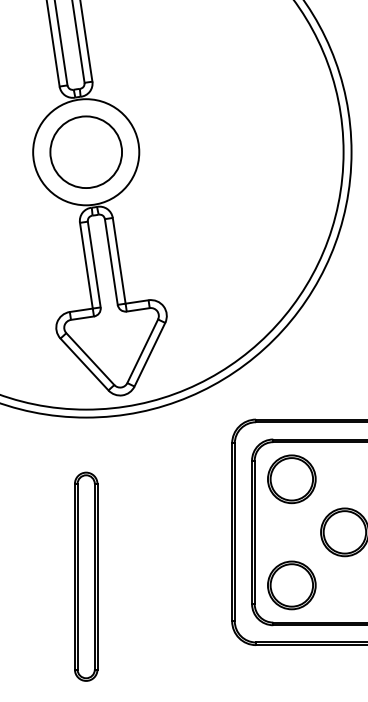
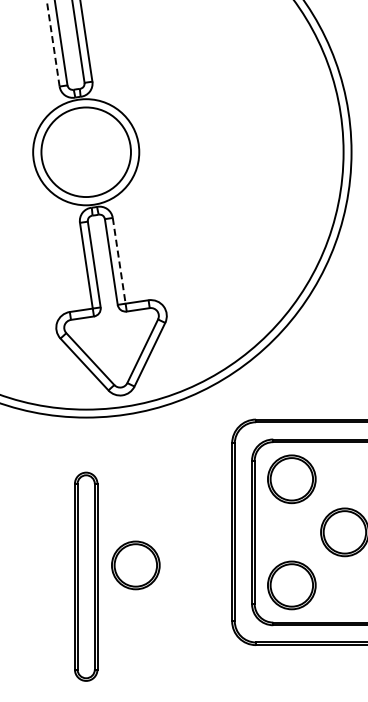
line at (53, 43): solid -> dashed
circle at (86, 152) diameter: 72 px -> 90 px
line at (119, 261): solid -> dashed
part at (135, 565): none -> present
